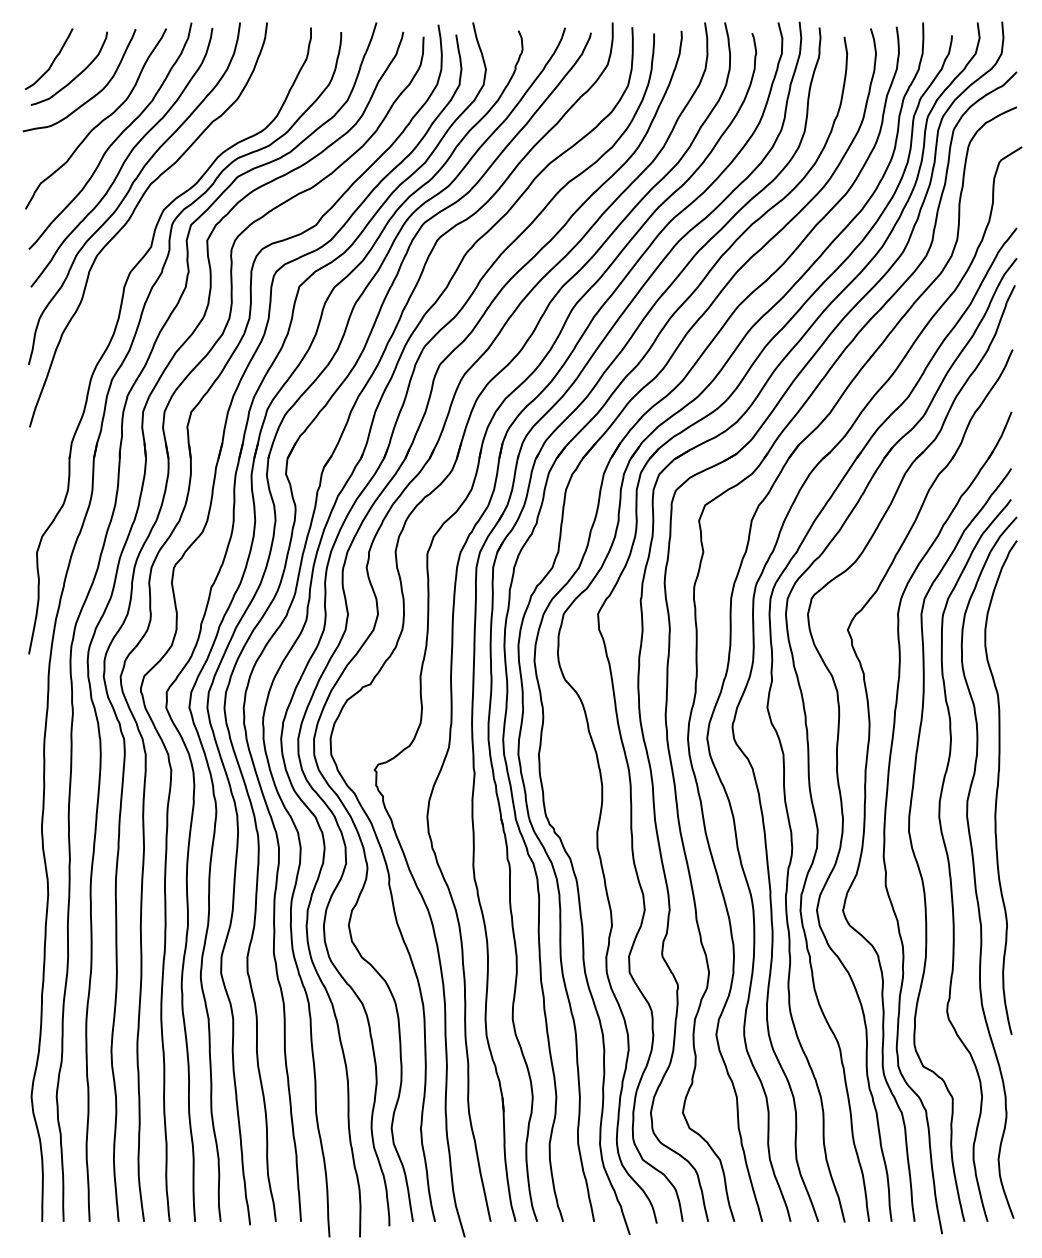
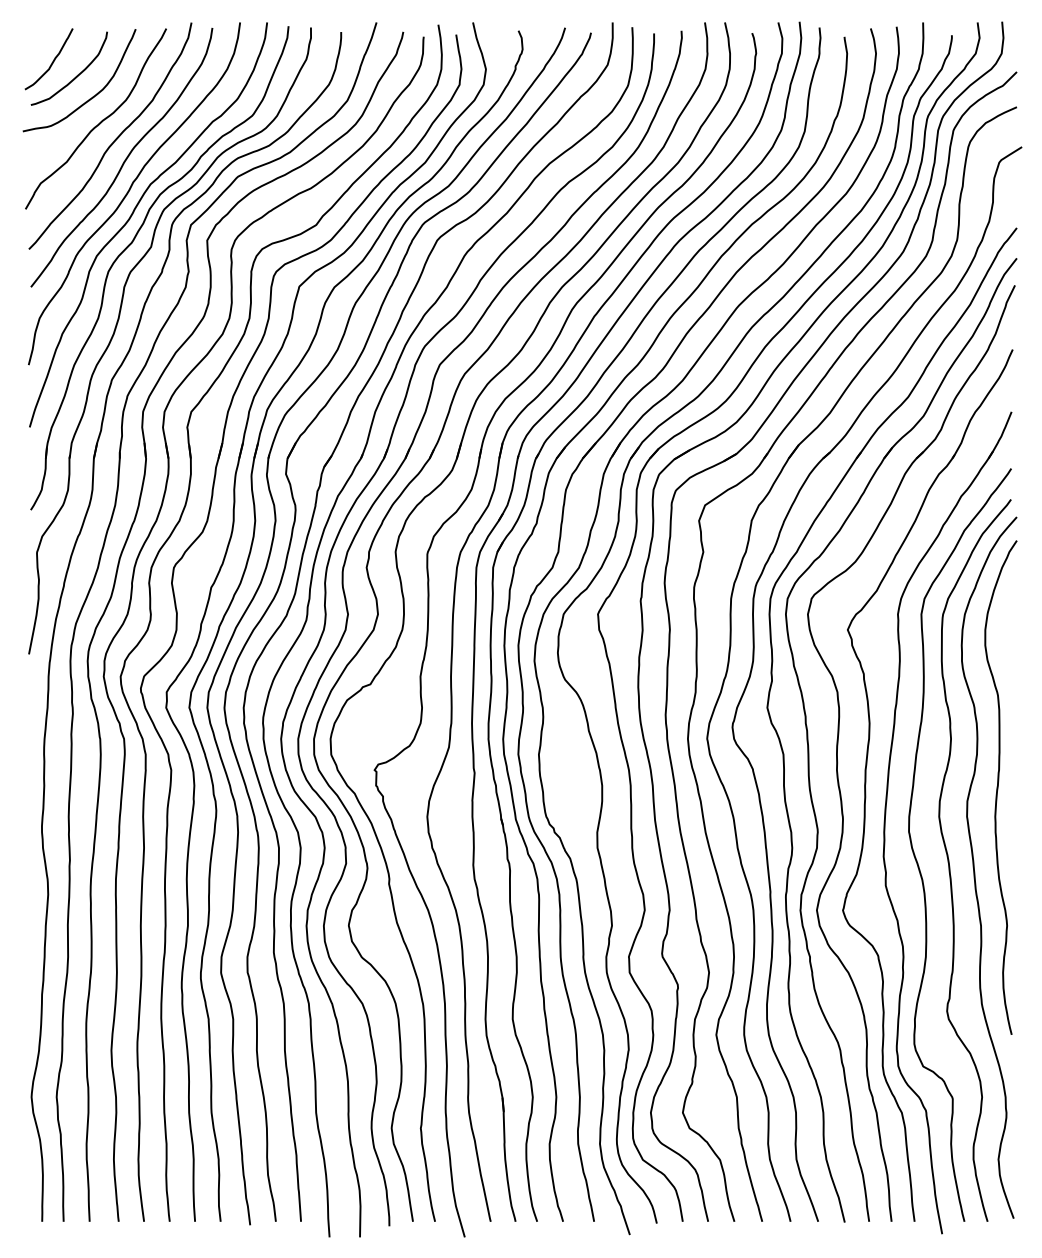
part at (133, 242): none -> present
